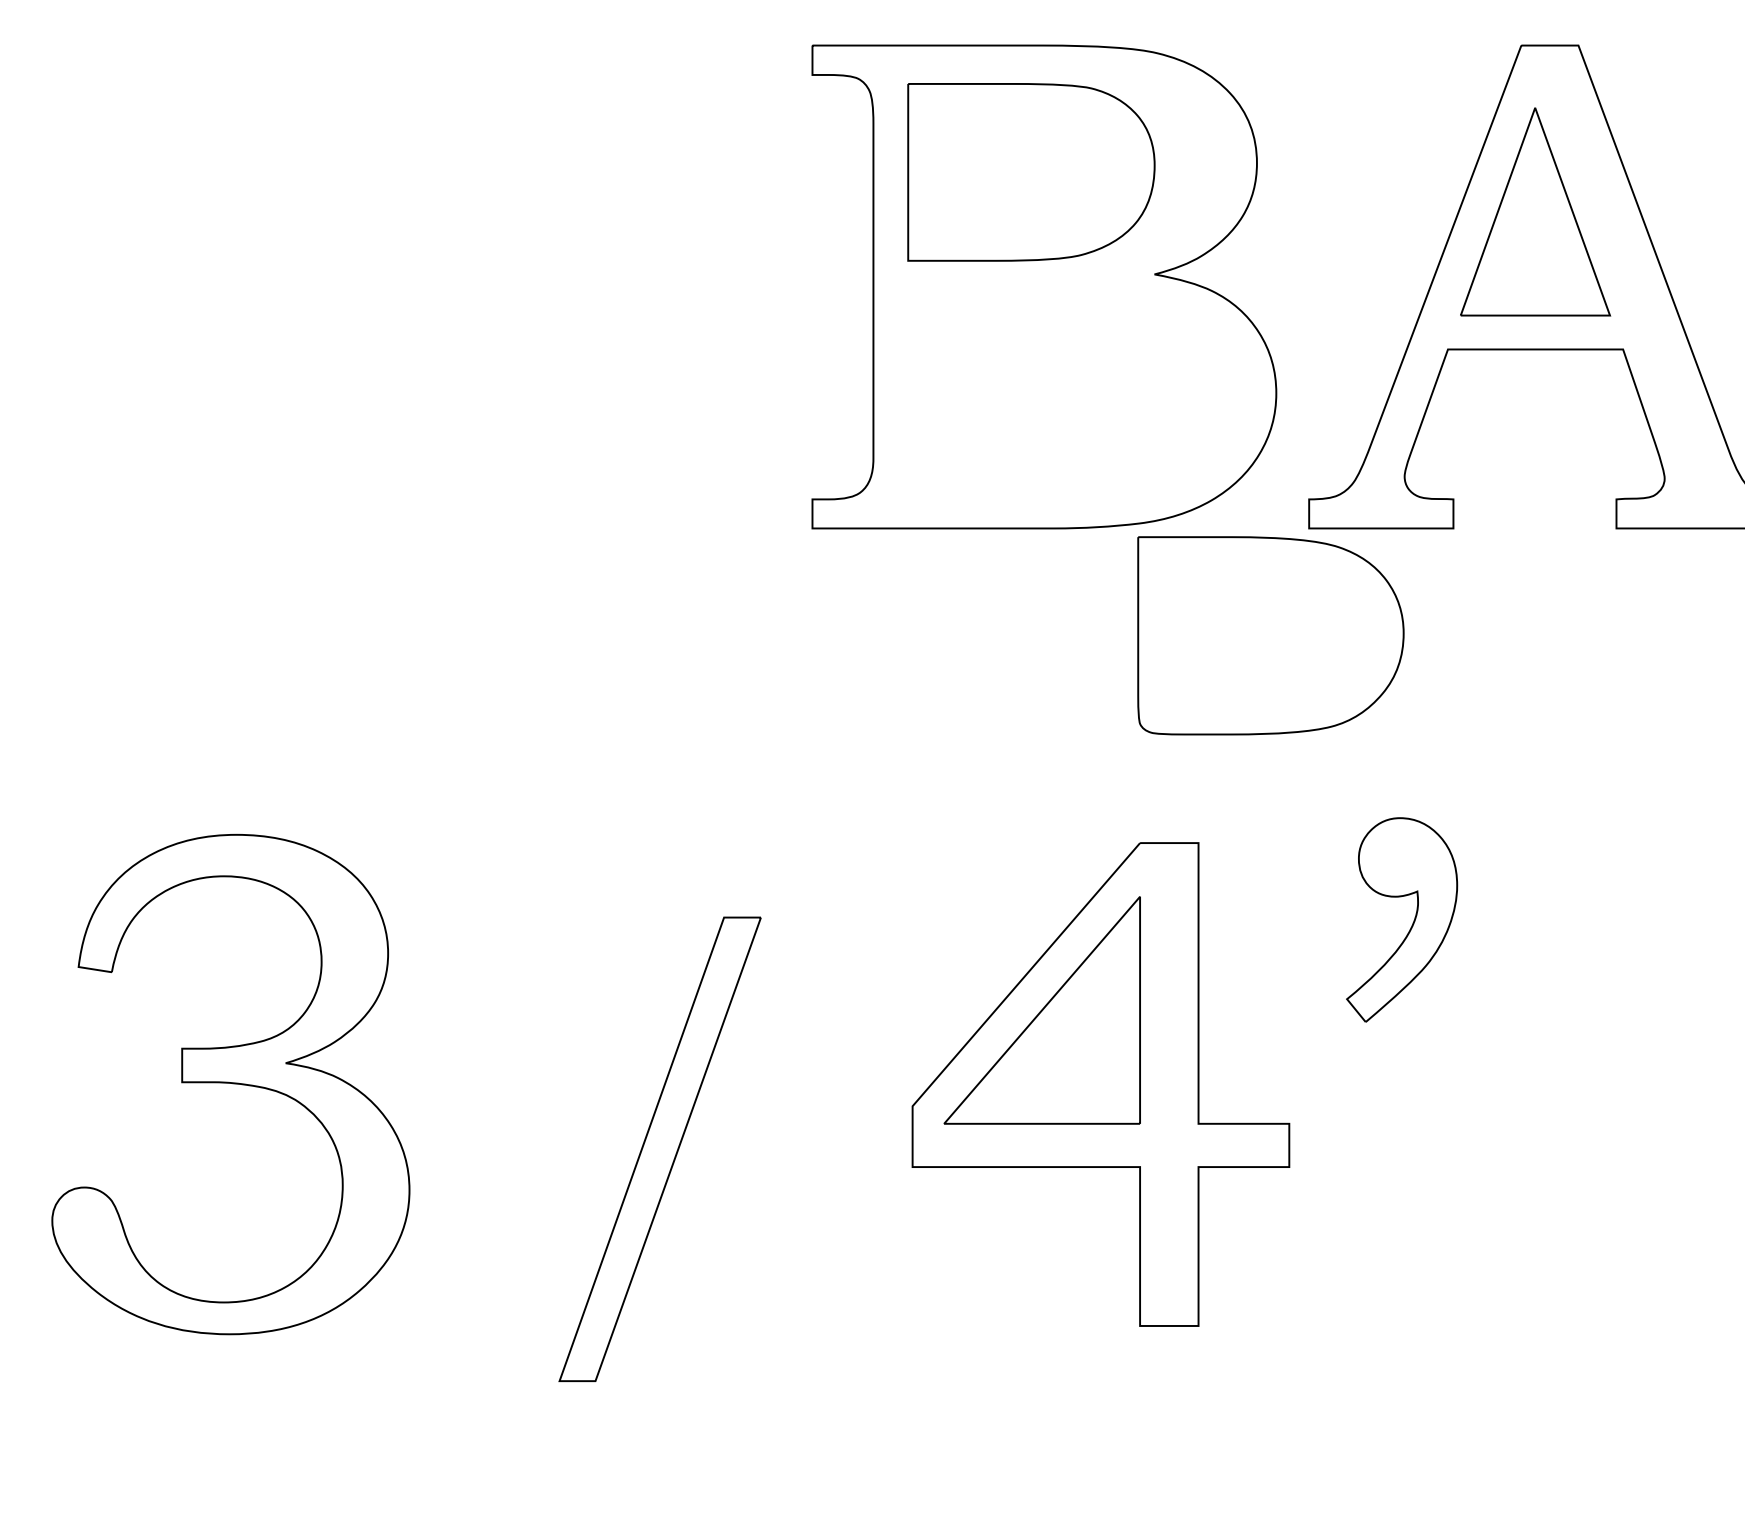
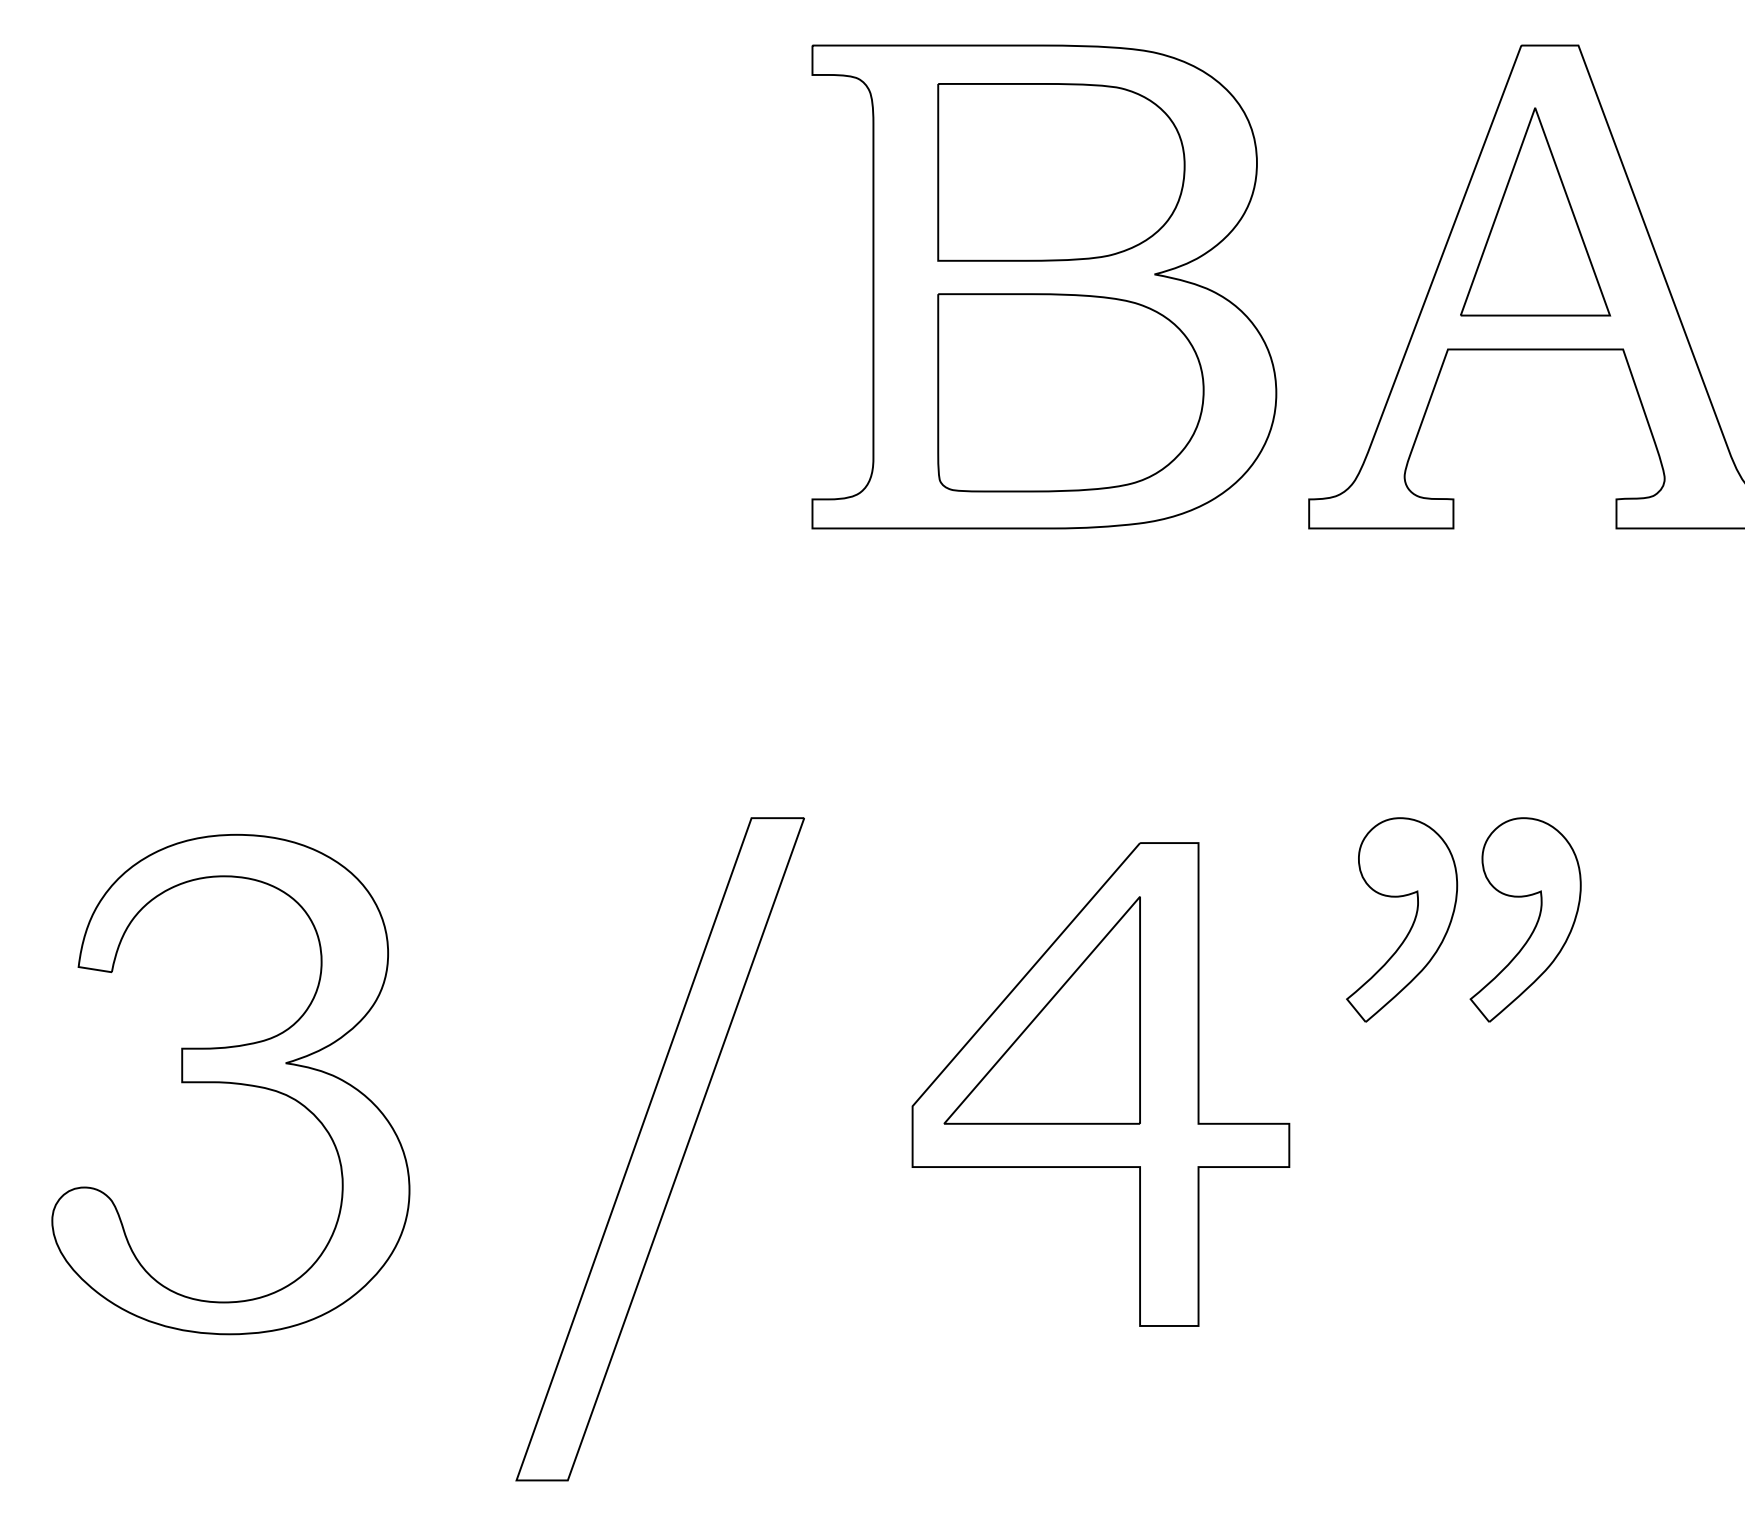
part at (1031, 172) position: (1031, 172) -> (1061, 172)
part at (1270, 635) position: (1270, 635) -> (1070, 392)
part at (1536, 921): none -> present
part at (659, 1148) size: 204x466 px -> 290x665 px
